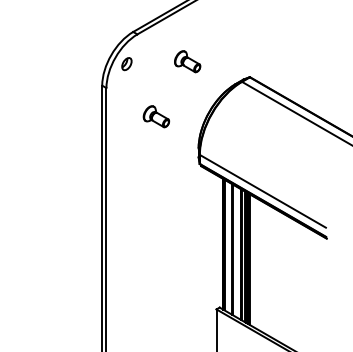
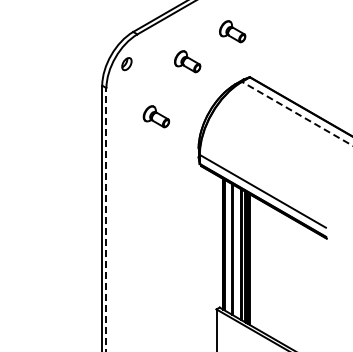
part at (232, 31): none -> present
line at (297, 113): solid -> dashed
line at (106, 220): solid -> dashed
